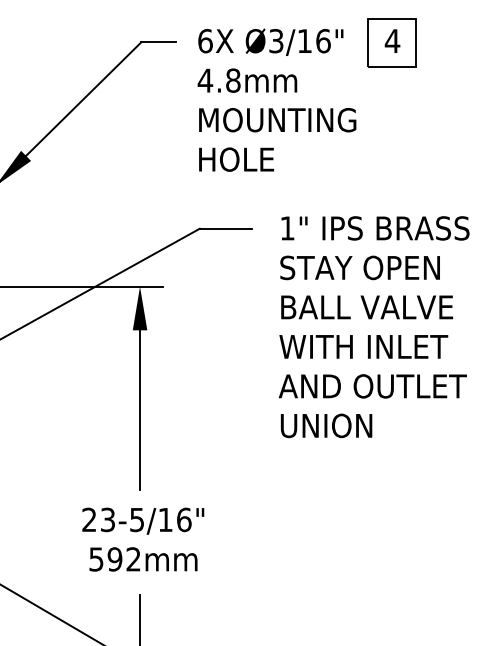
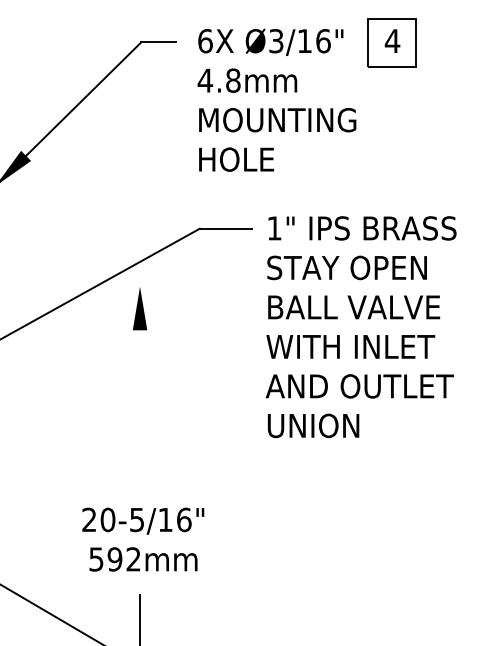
line at (82, 286): present -> none
text at (373, 327) position: (373, 327) -> (360, 327)
line at (140, 400): present -> none
text at (107, 519): 23-5/16" -> 20-5/16"
